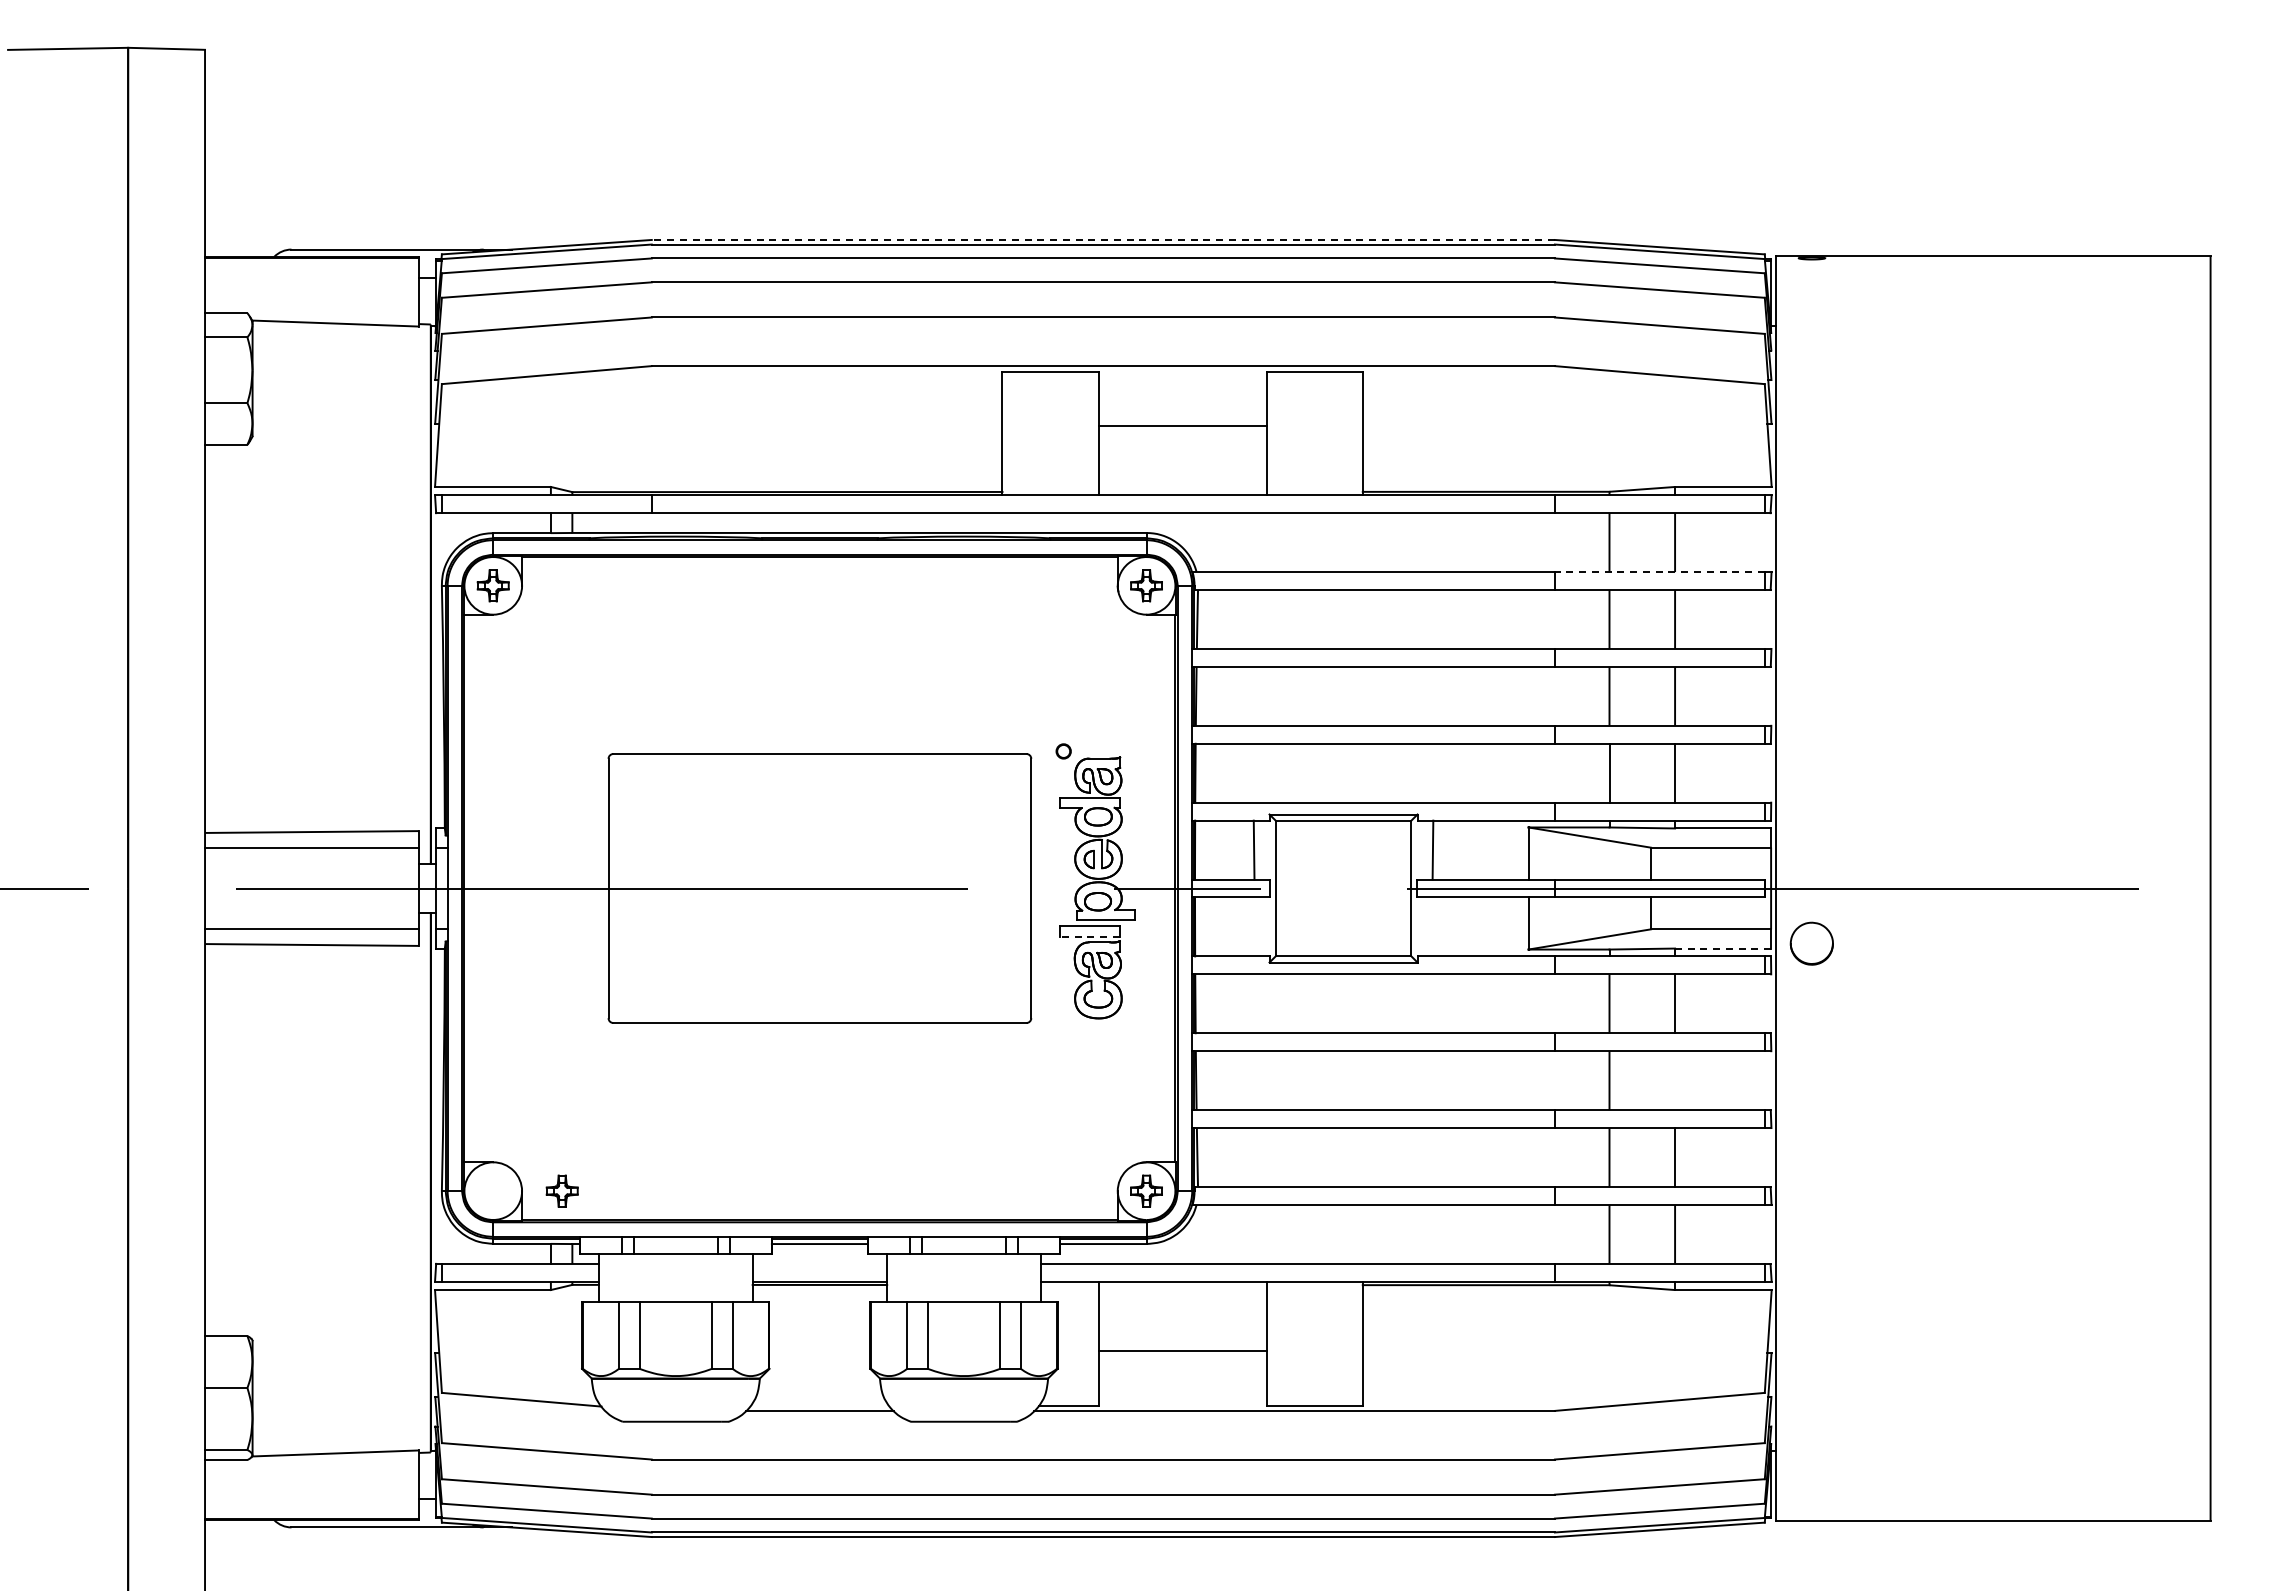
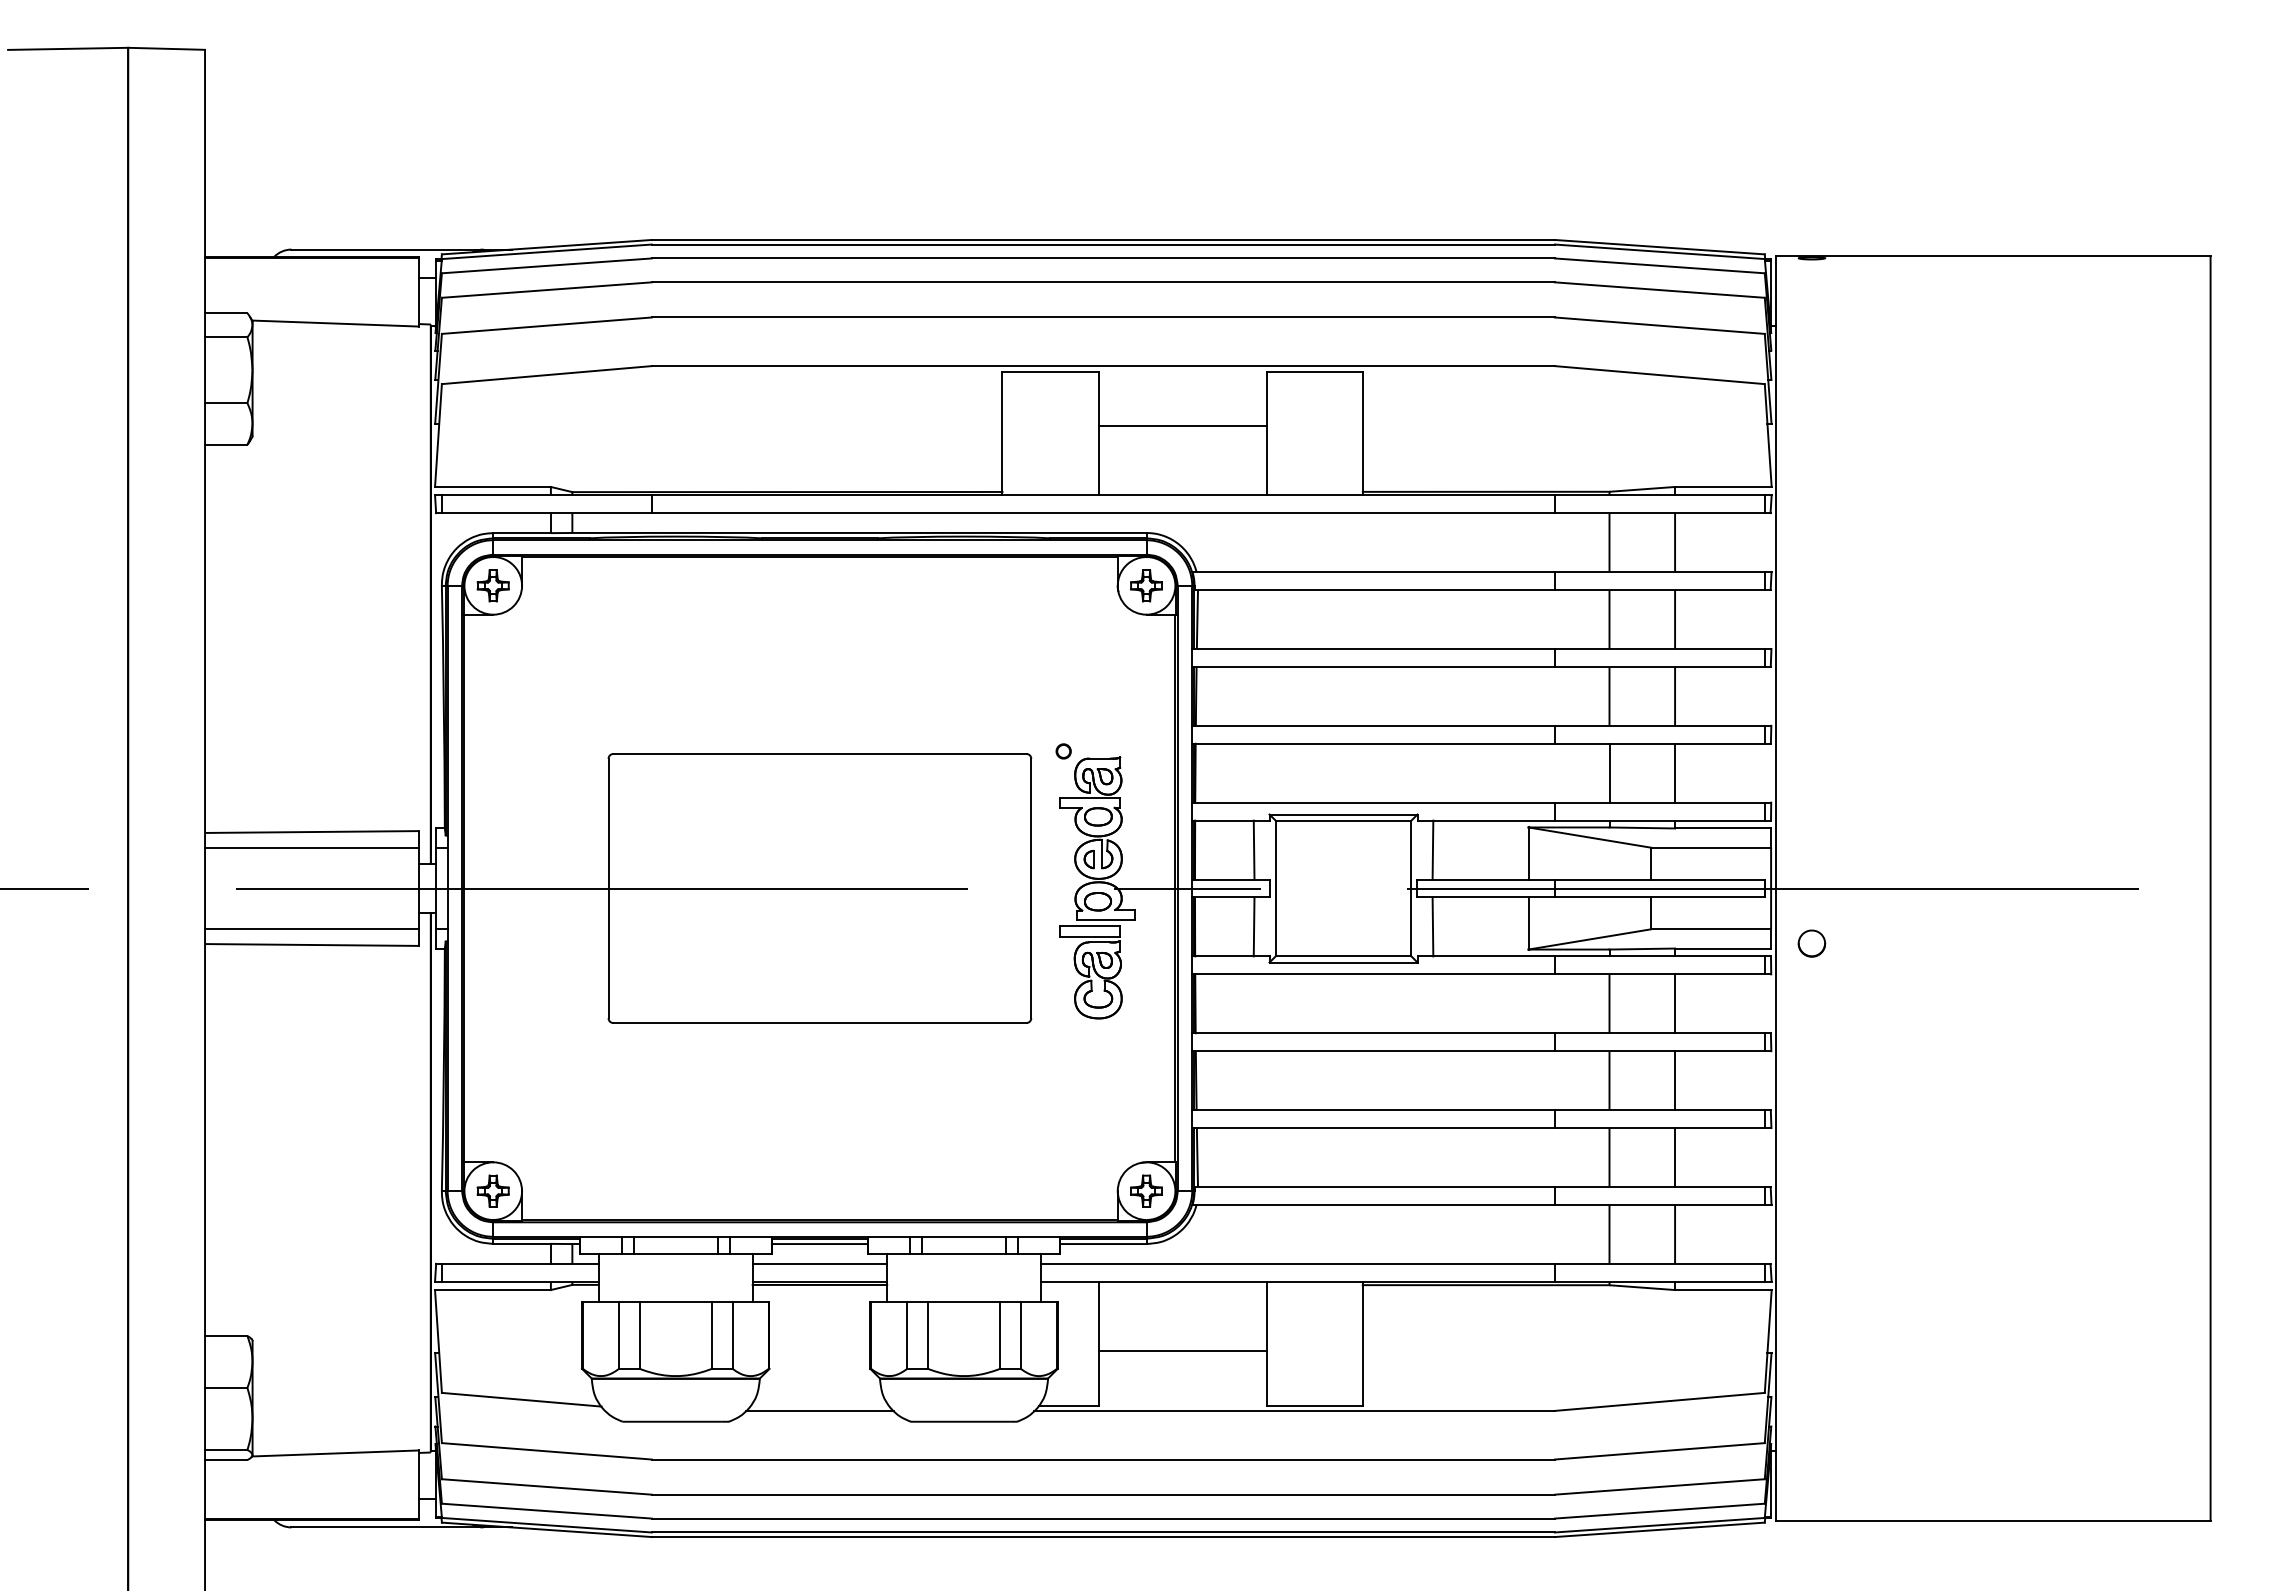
line at (1103, 239): dashed -> solid
line at (1659, 572): dashed -> solid
line at (1253, 926): none -> present
line at (1432, 926): none -> present
line at (1089, 937): dashed -> solid
part at (1811, 943) size: 45x45 px -> 30x29 px
line at (1722, 948): dashed -> solid
line at (1675, 1080): none -> present
part at (561, 1190) position: (561, 1190) -> (492, 1190)
line at (819, 1263): none -> present
